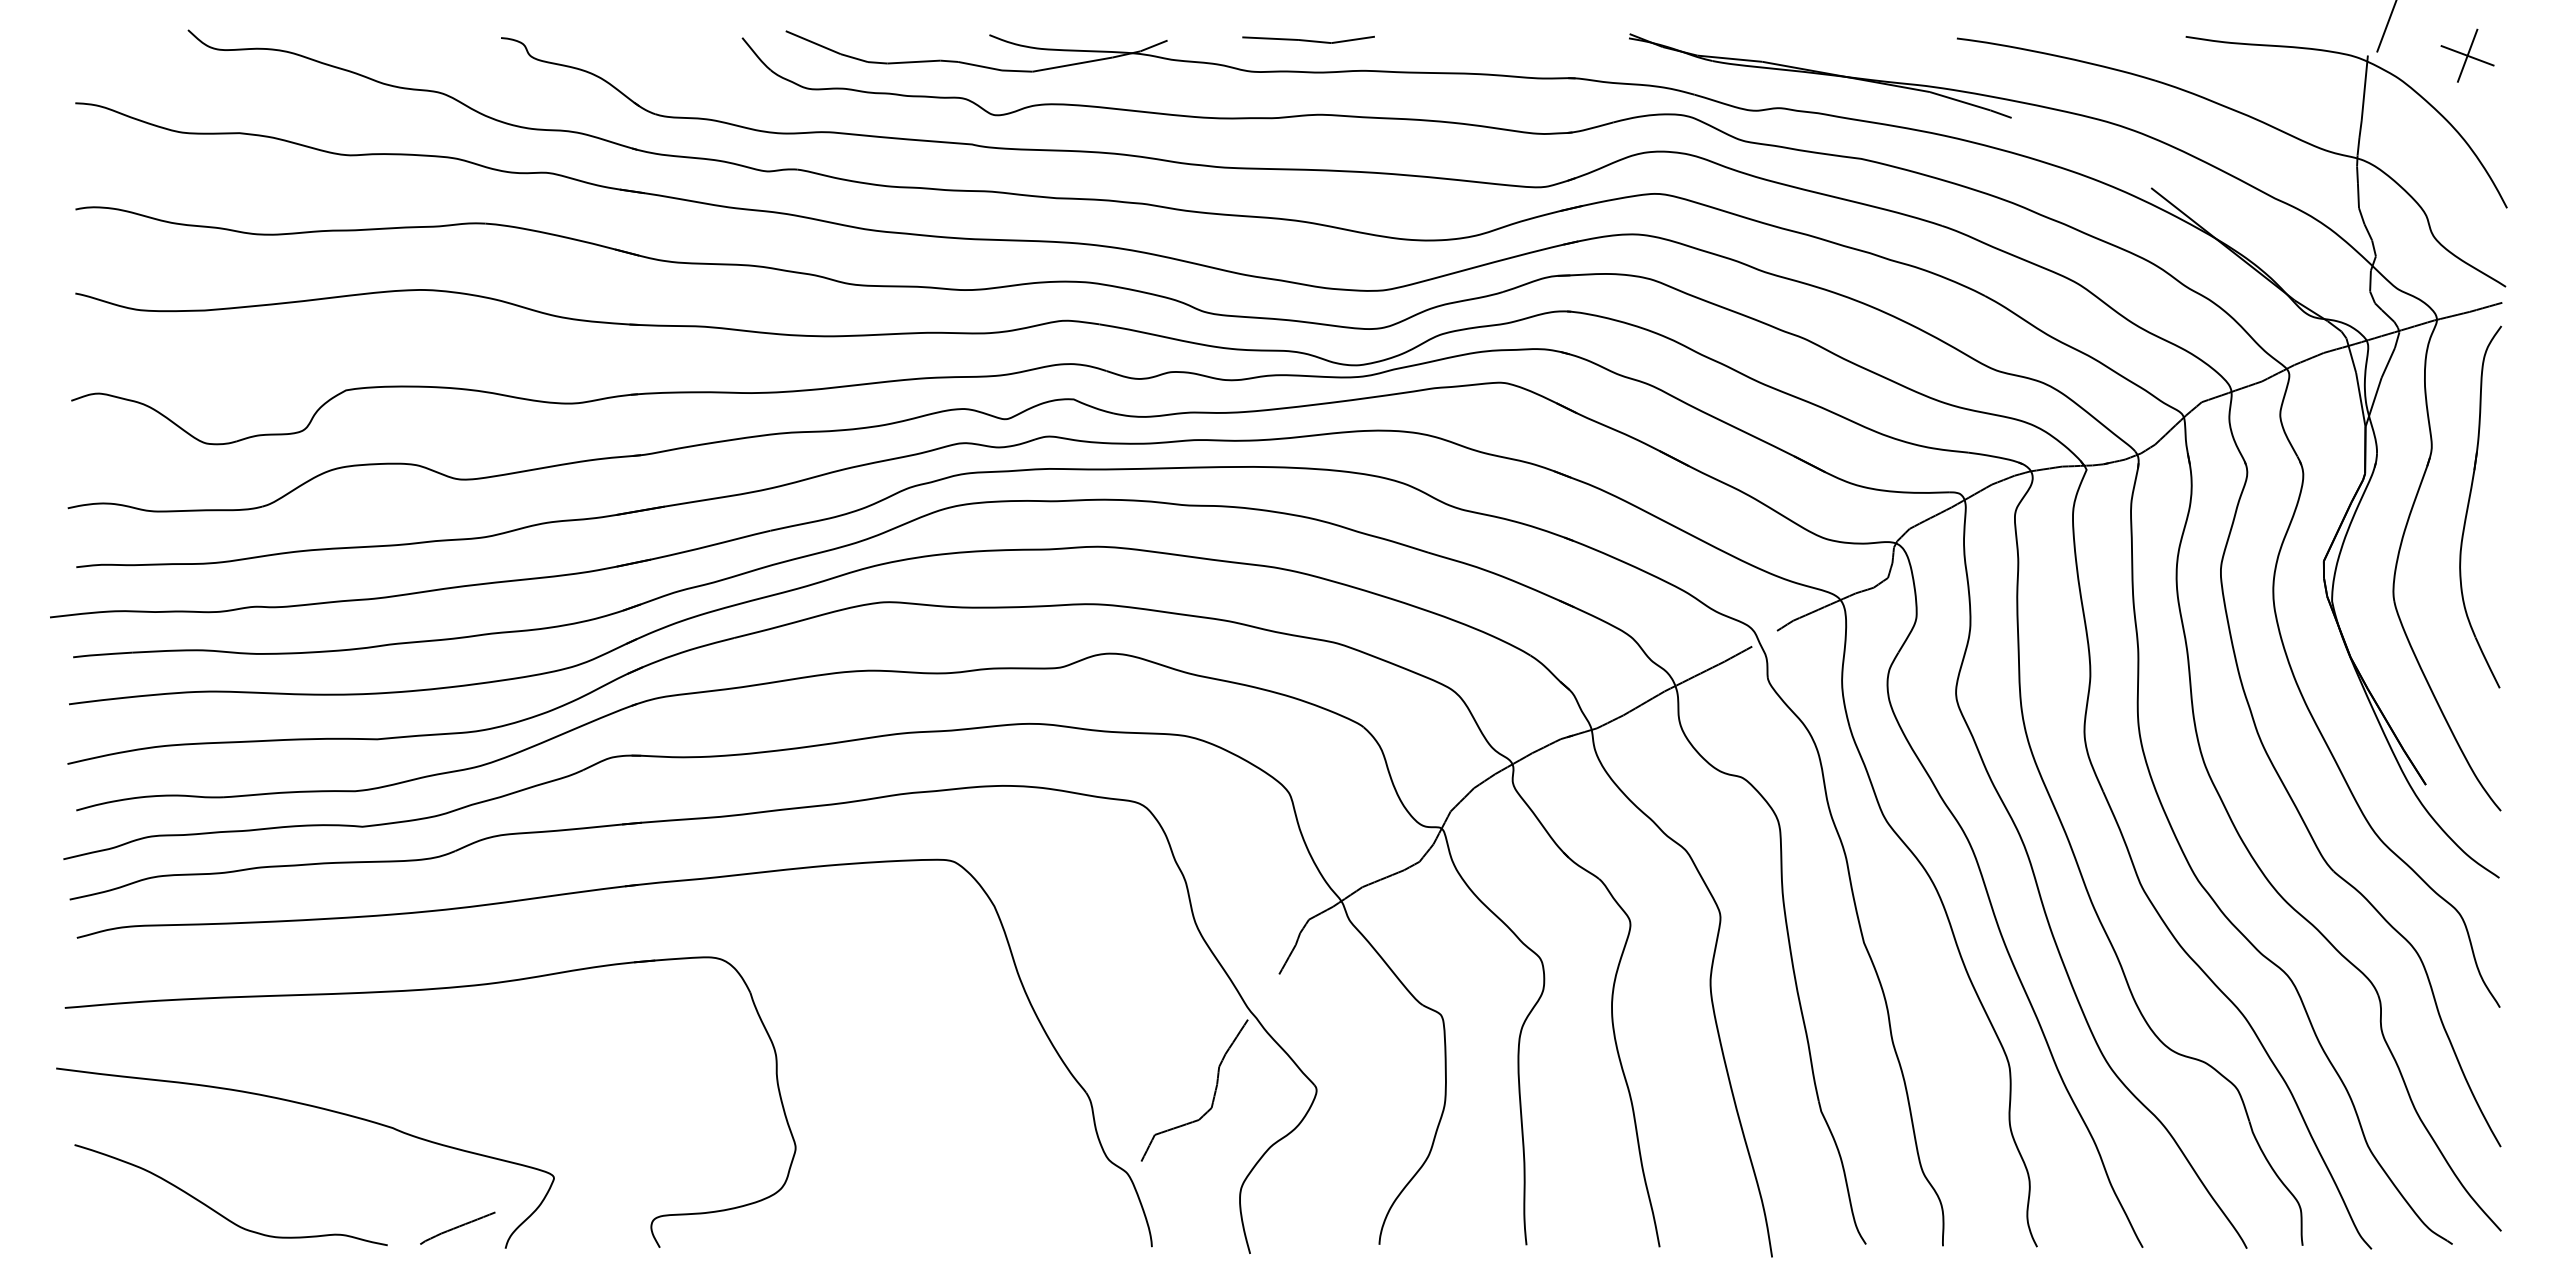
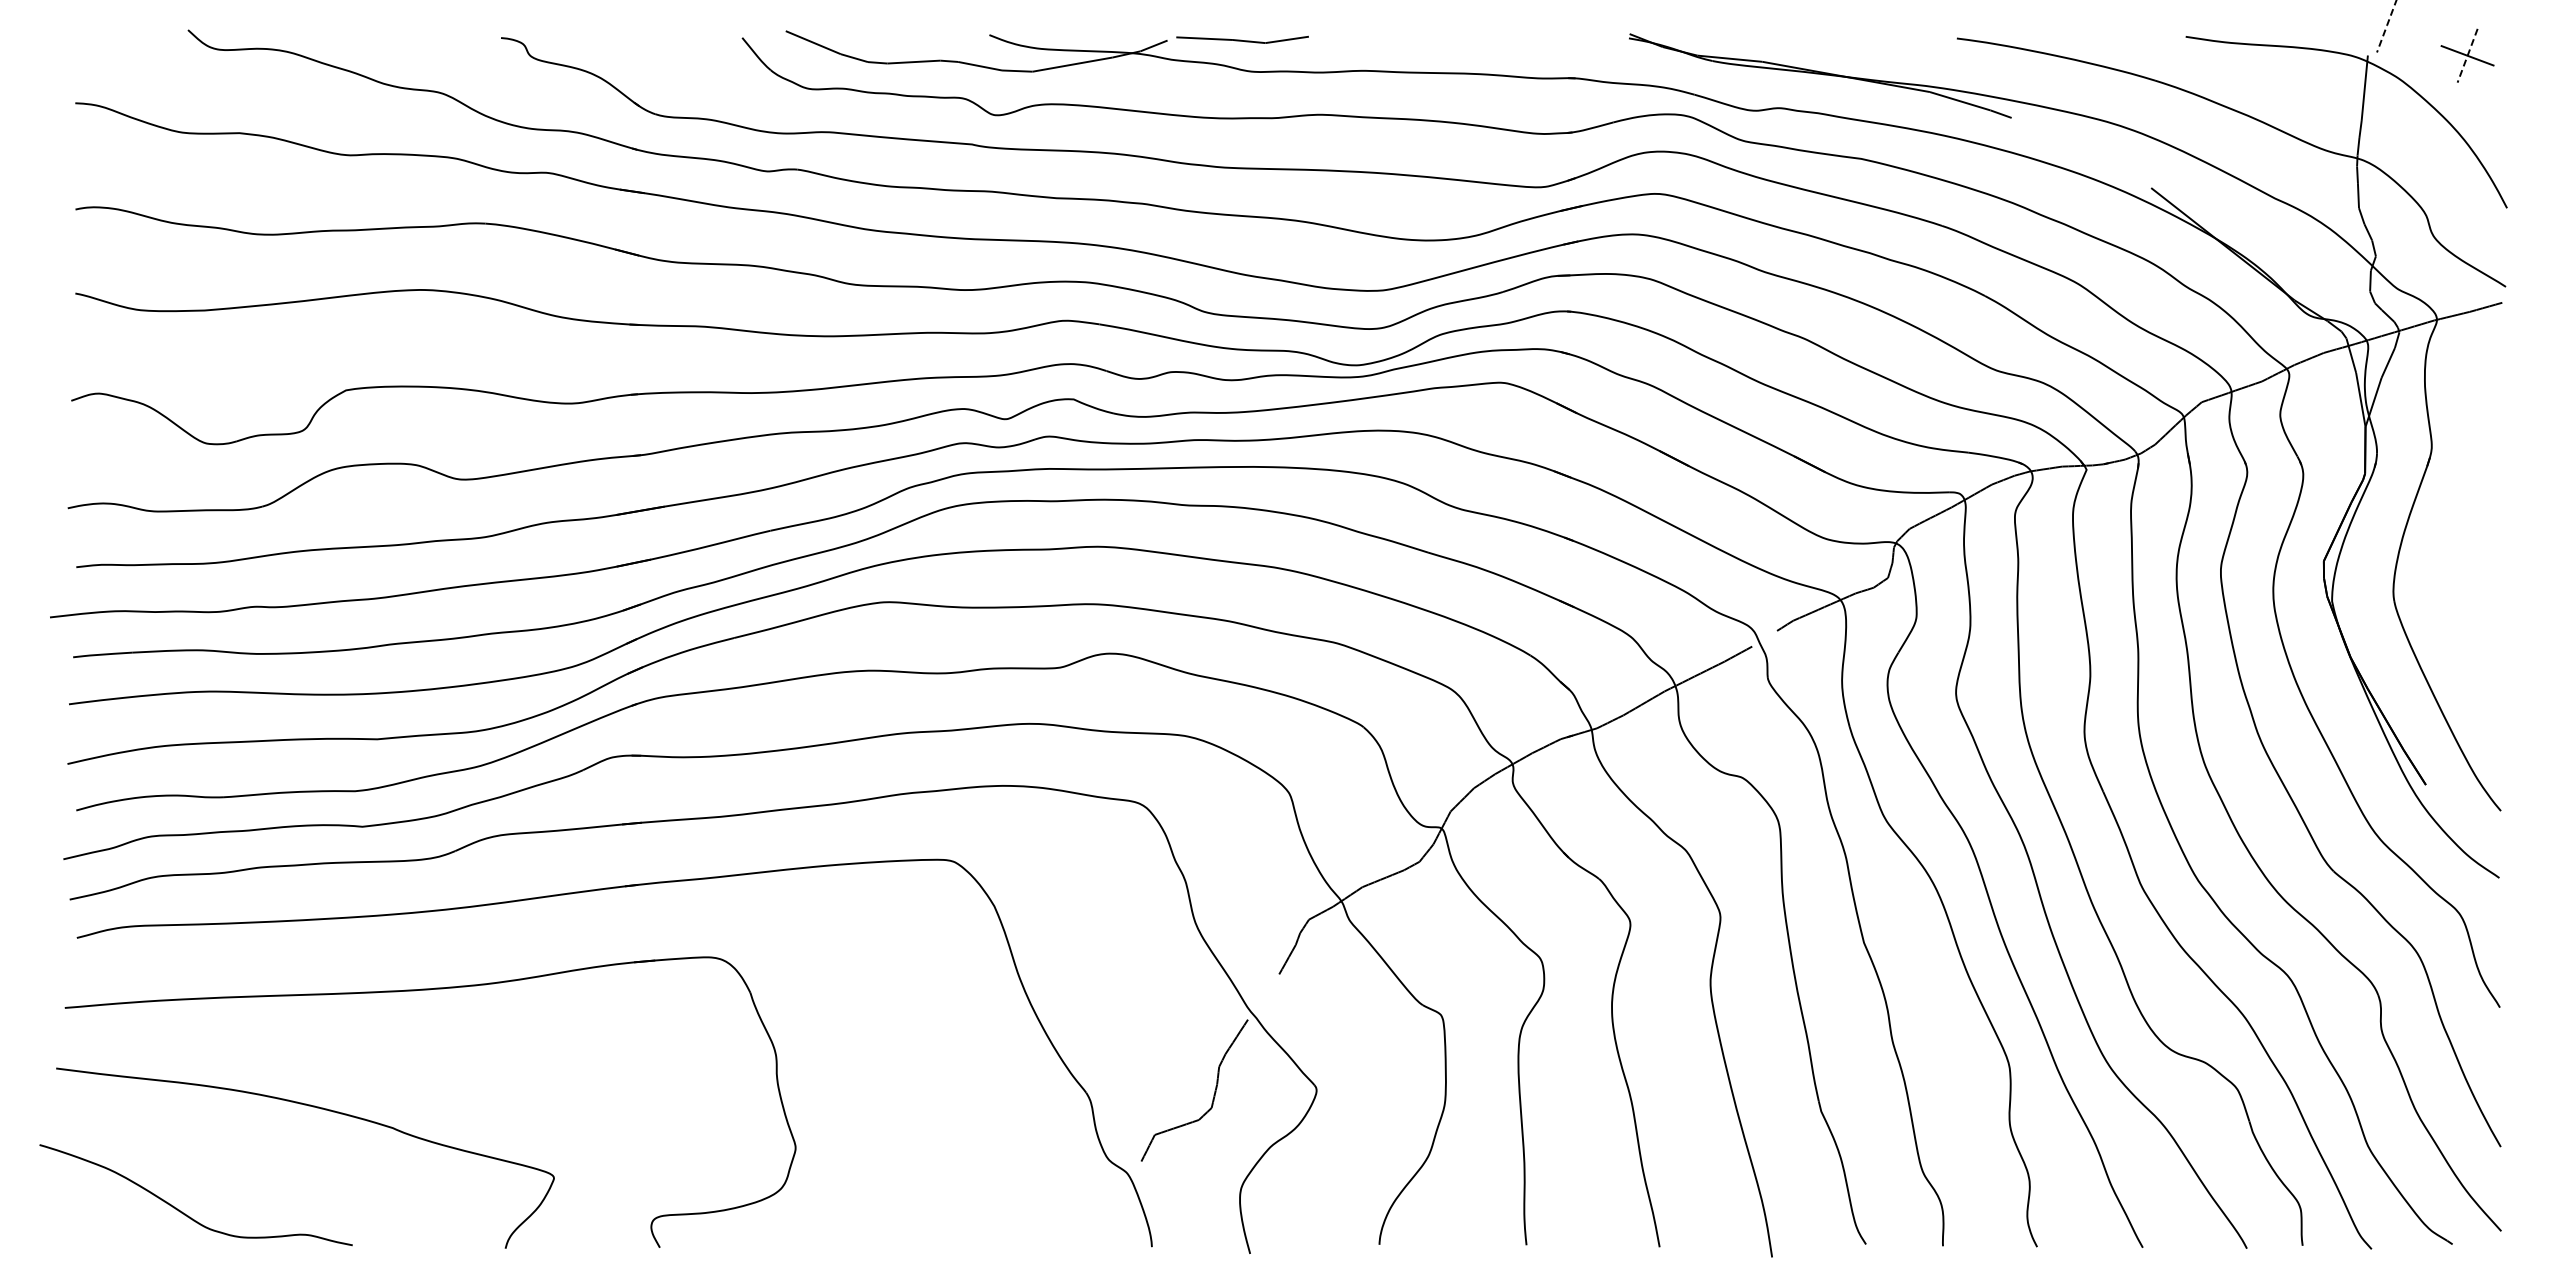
line at (2386, 26): solid -> dashed
line at (1307, 39) position: (1307, 39) -> (1241, 39)
line at (2467, 55): solid -> dashed
part at (2469, 504): present -> none
curve at (220, 1213) position: (220, 1213) -> (185, 1213)
curve at (457, 1227): present -> none
